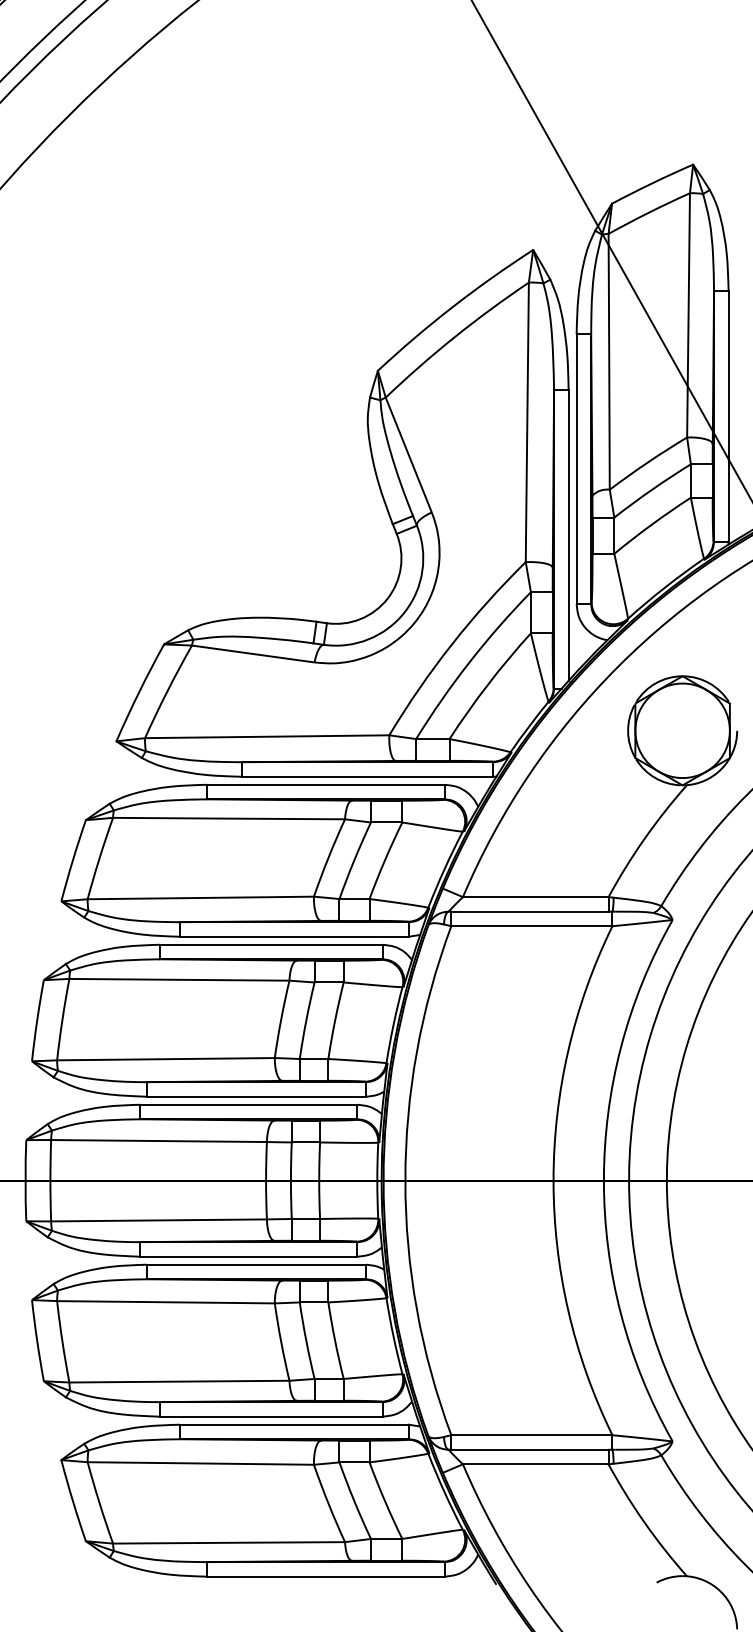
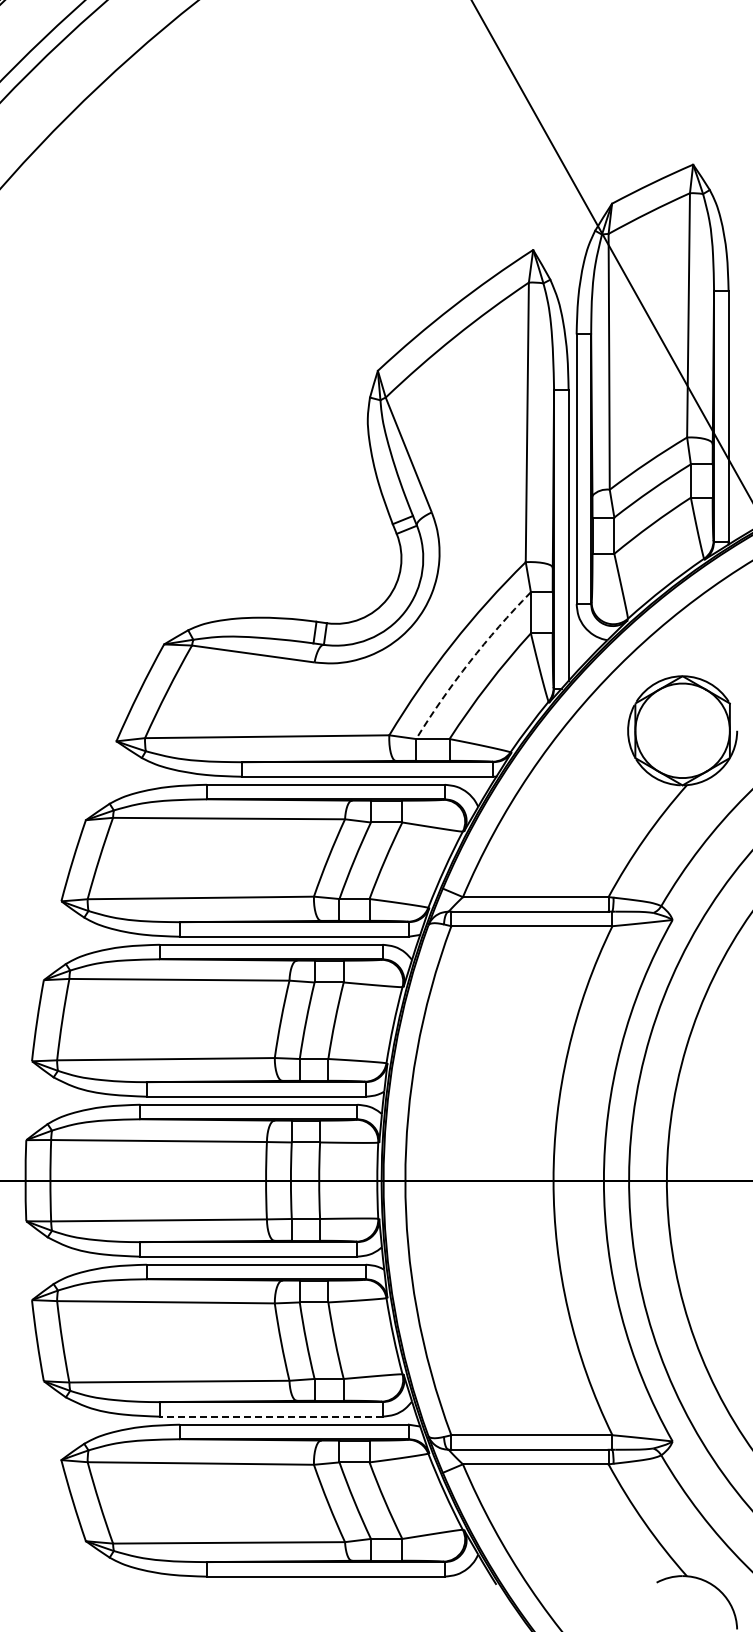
arc at (469, 662): solid -> dashed
line at (270, 1416): solid -> dashed
